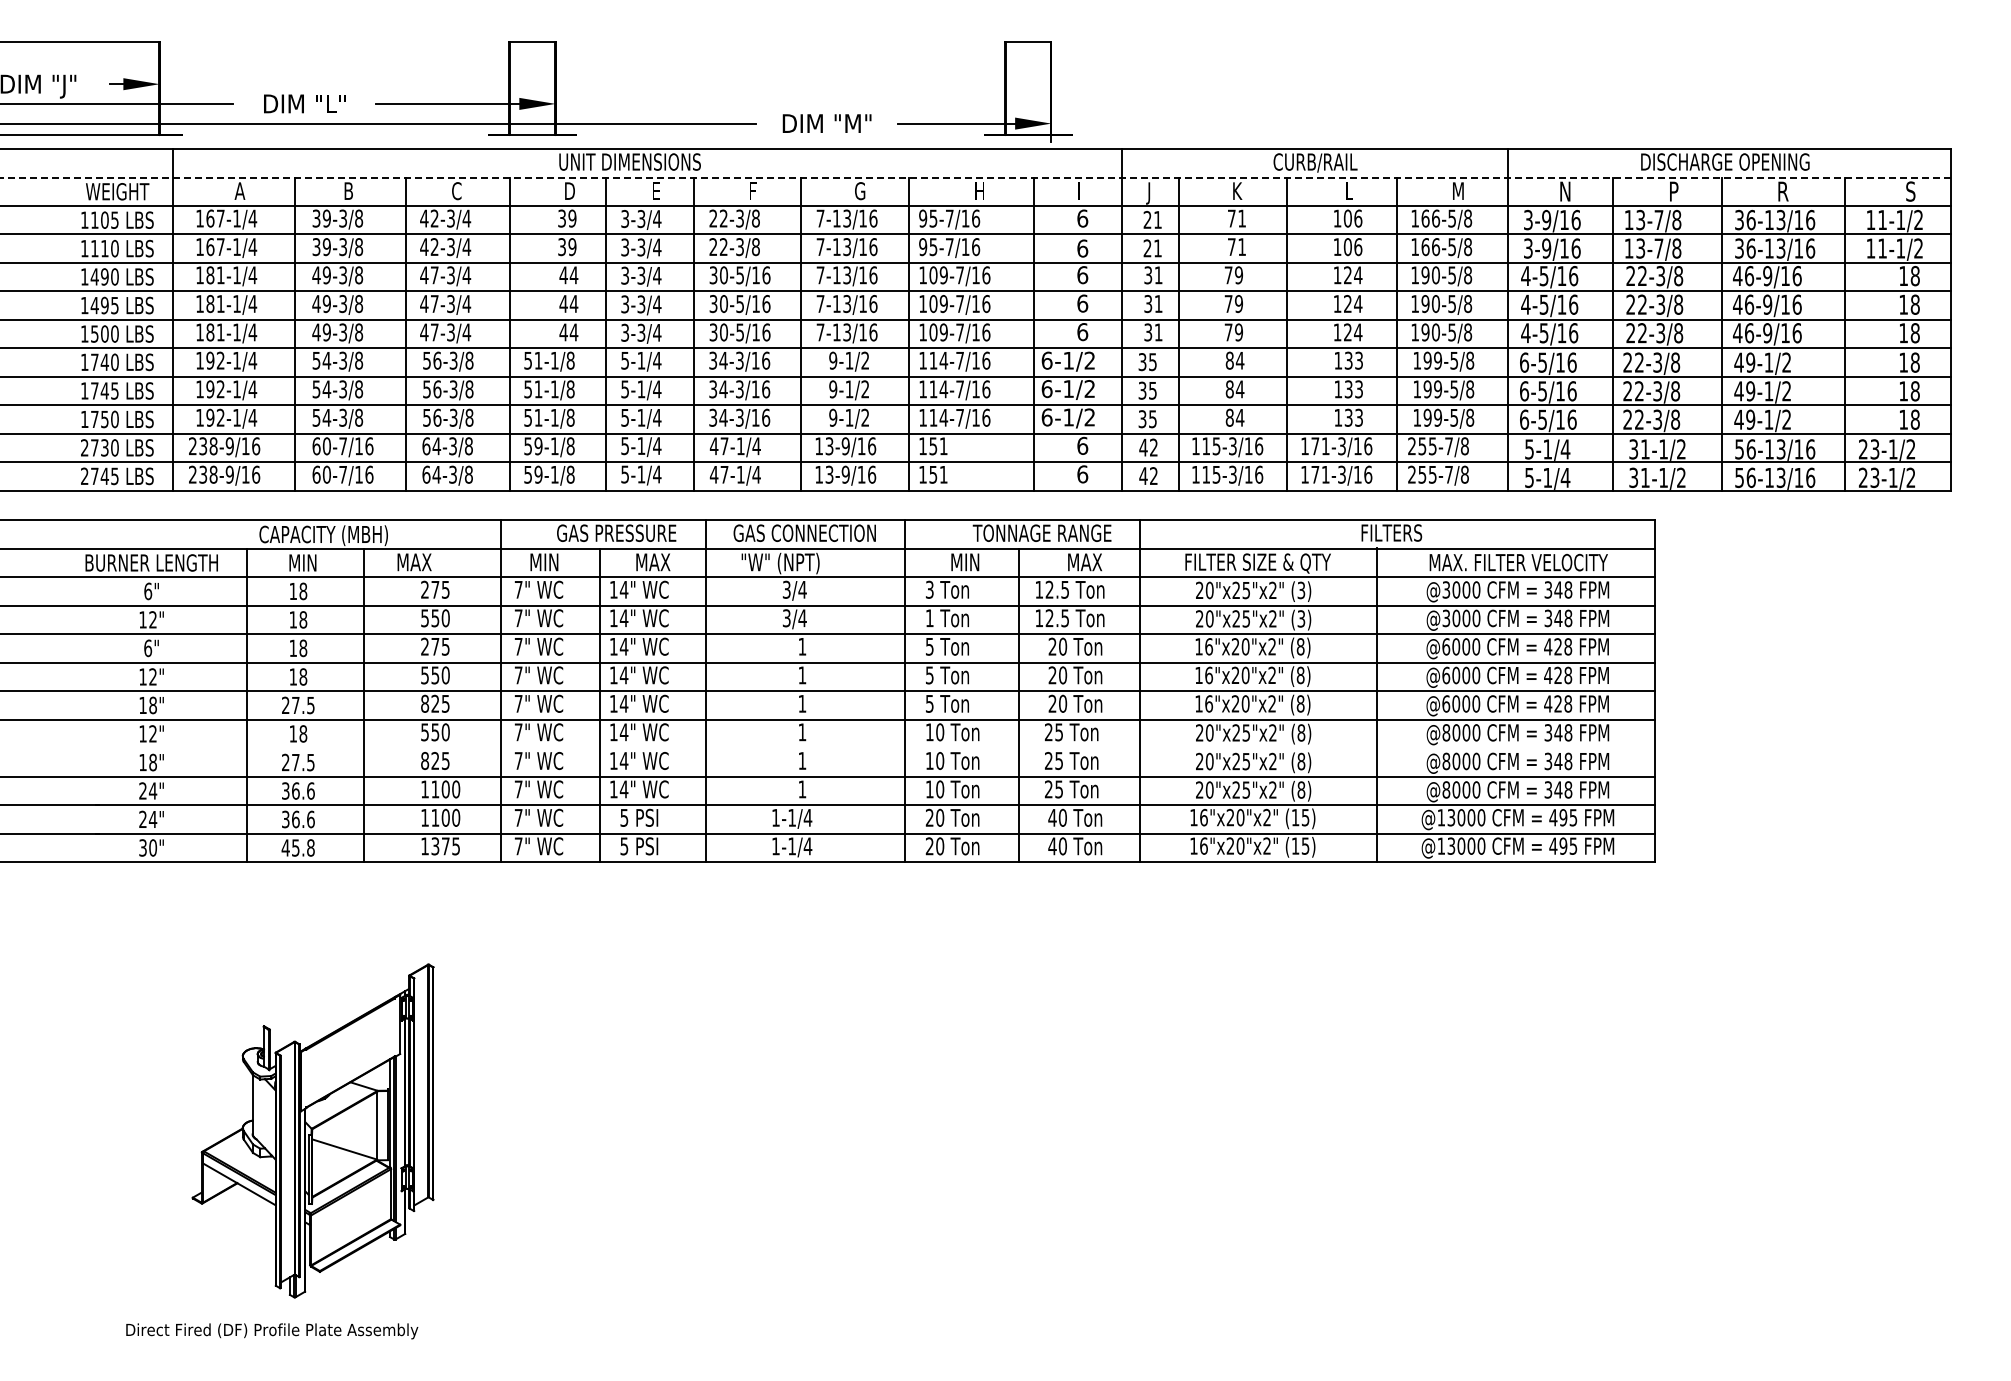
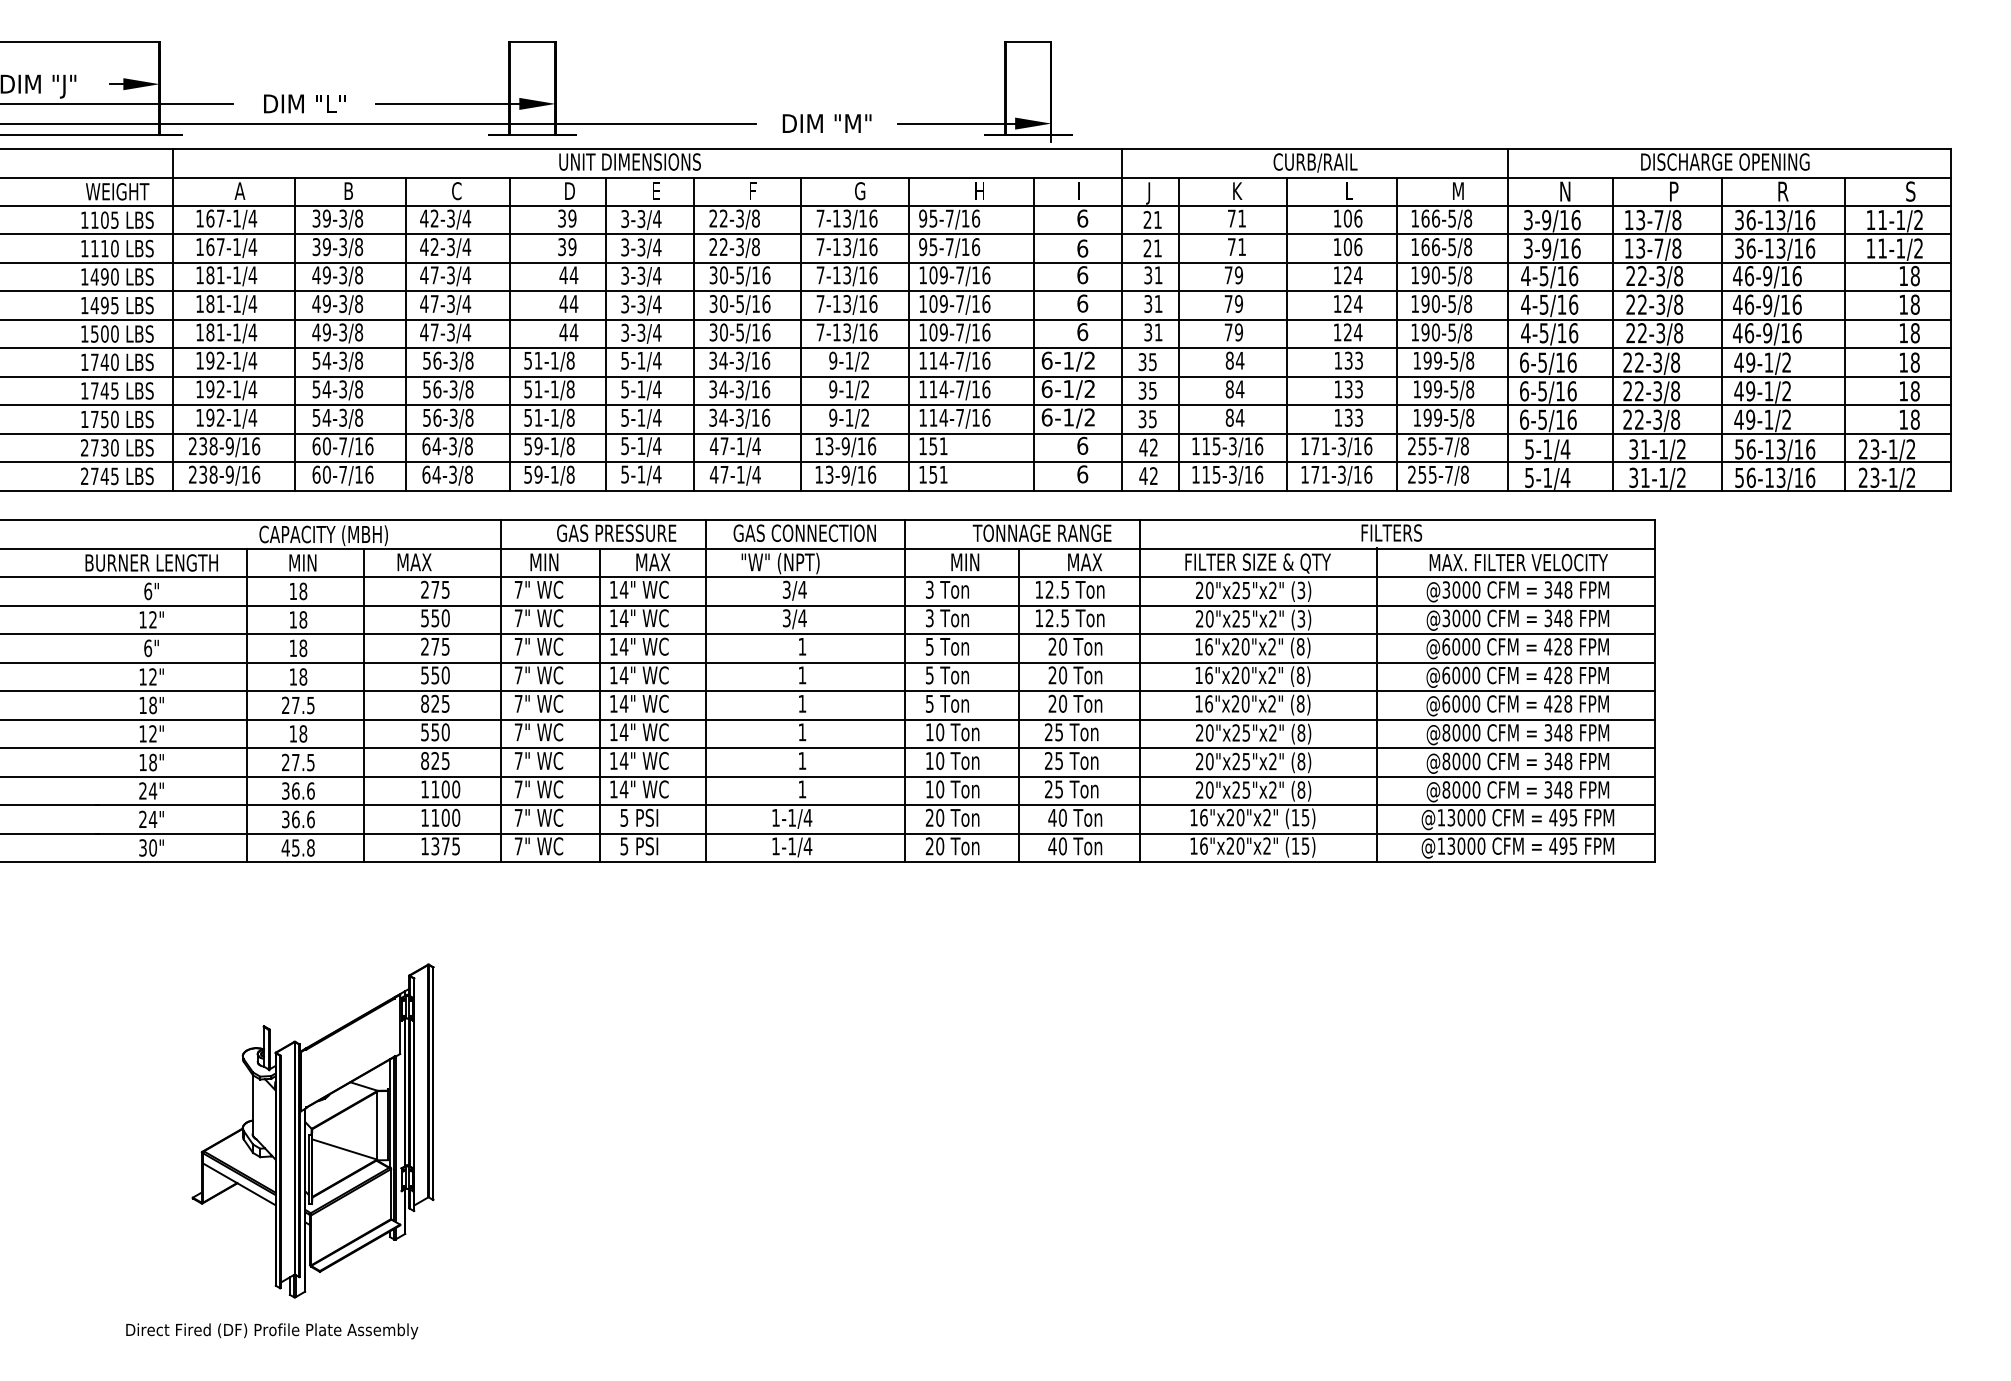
line at (975, 177): dashed -> solid
text at (929, 618): 1 -> 3
line at (828, 748): none -> present
